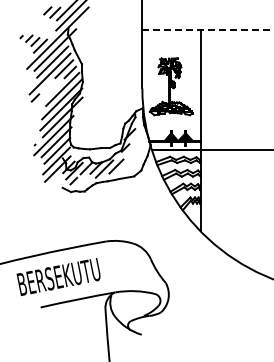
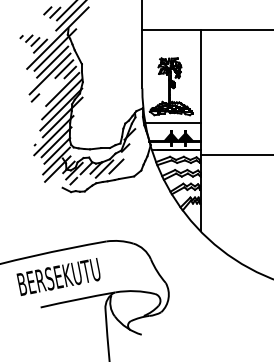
line at (208, 30): dashed -> solid
line at (172, 123): none -> present
line at (235, 149) position: (235, 149) -> (235, 154)
